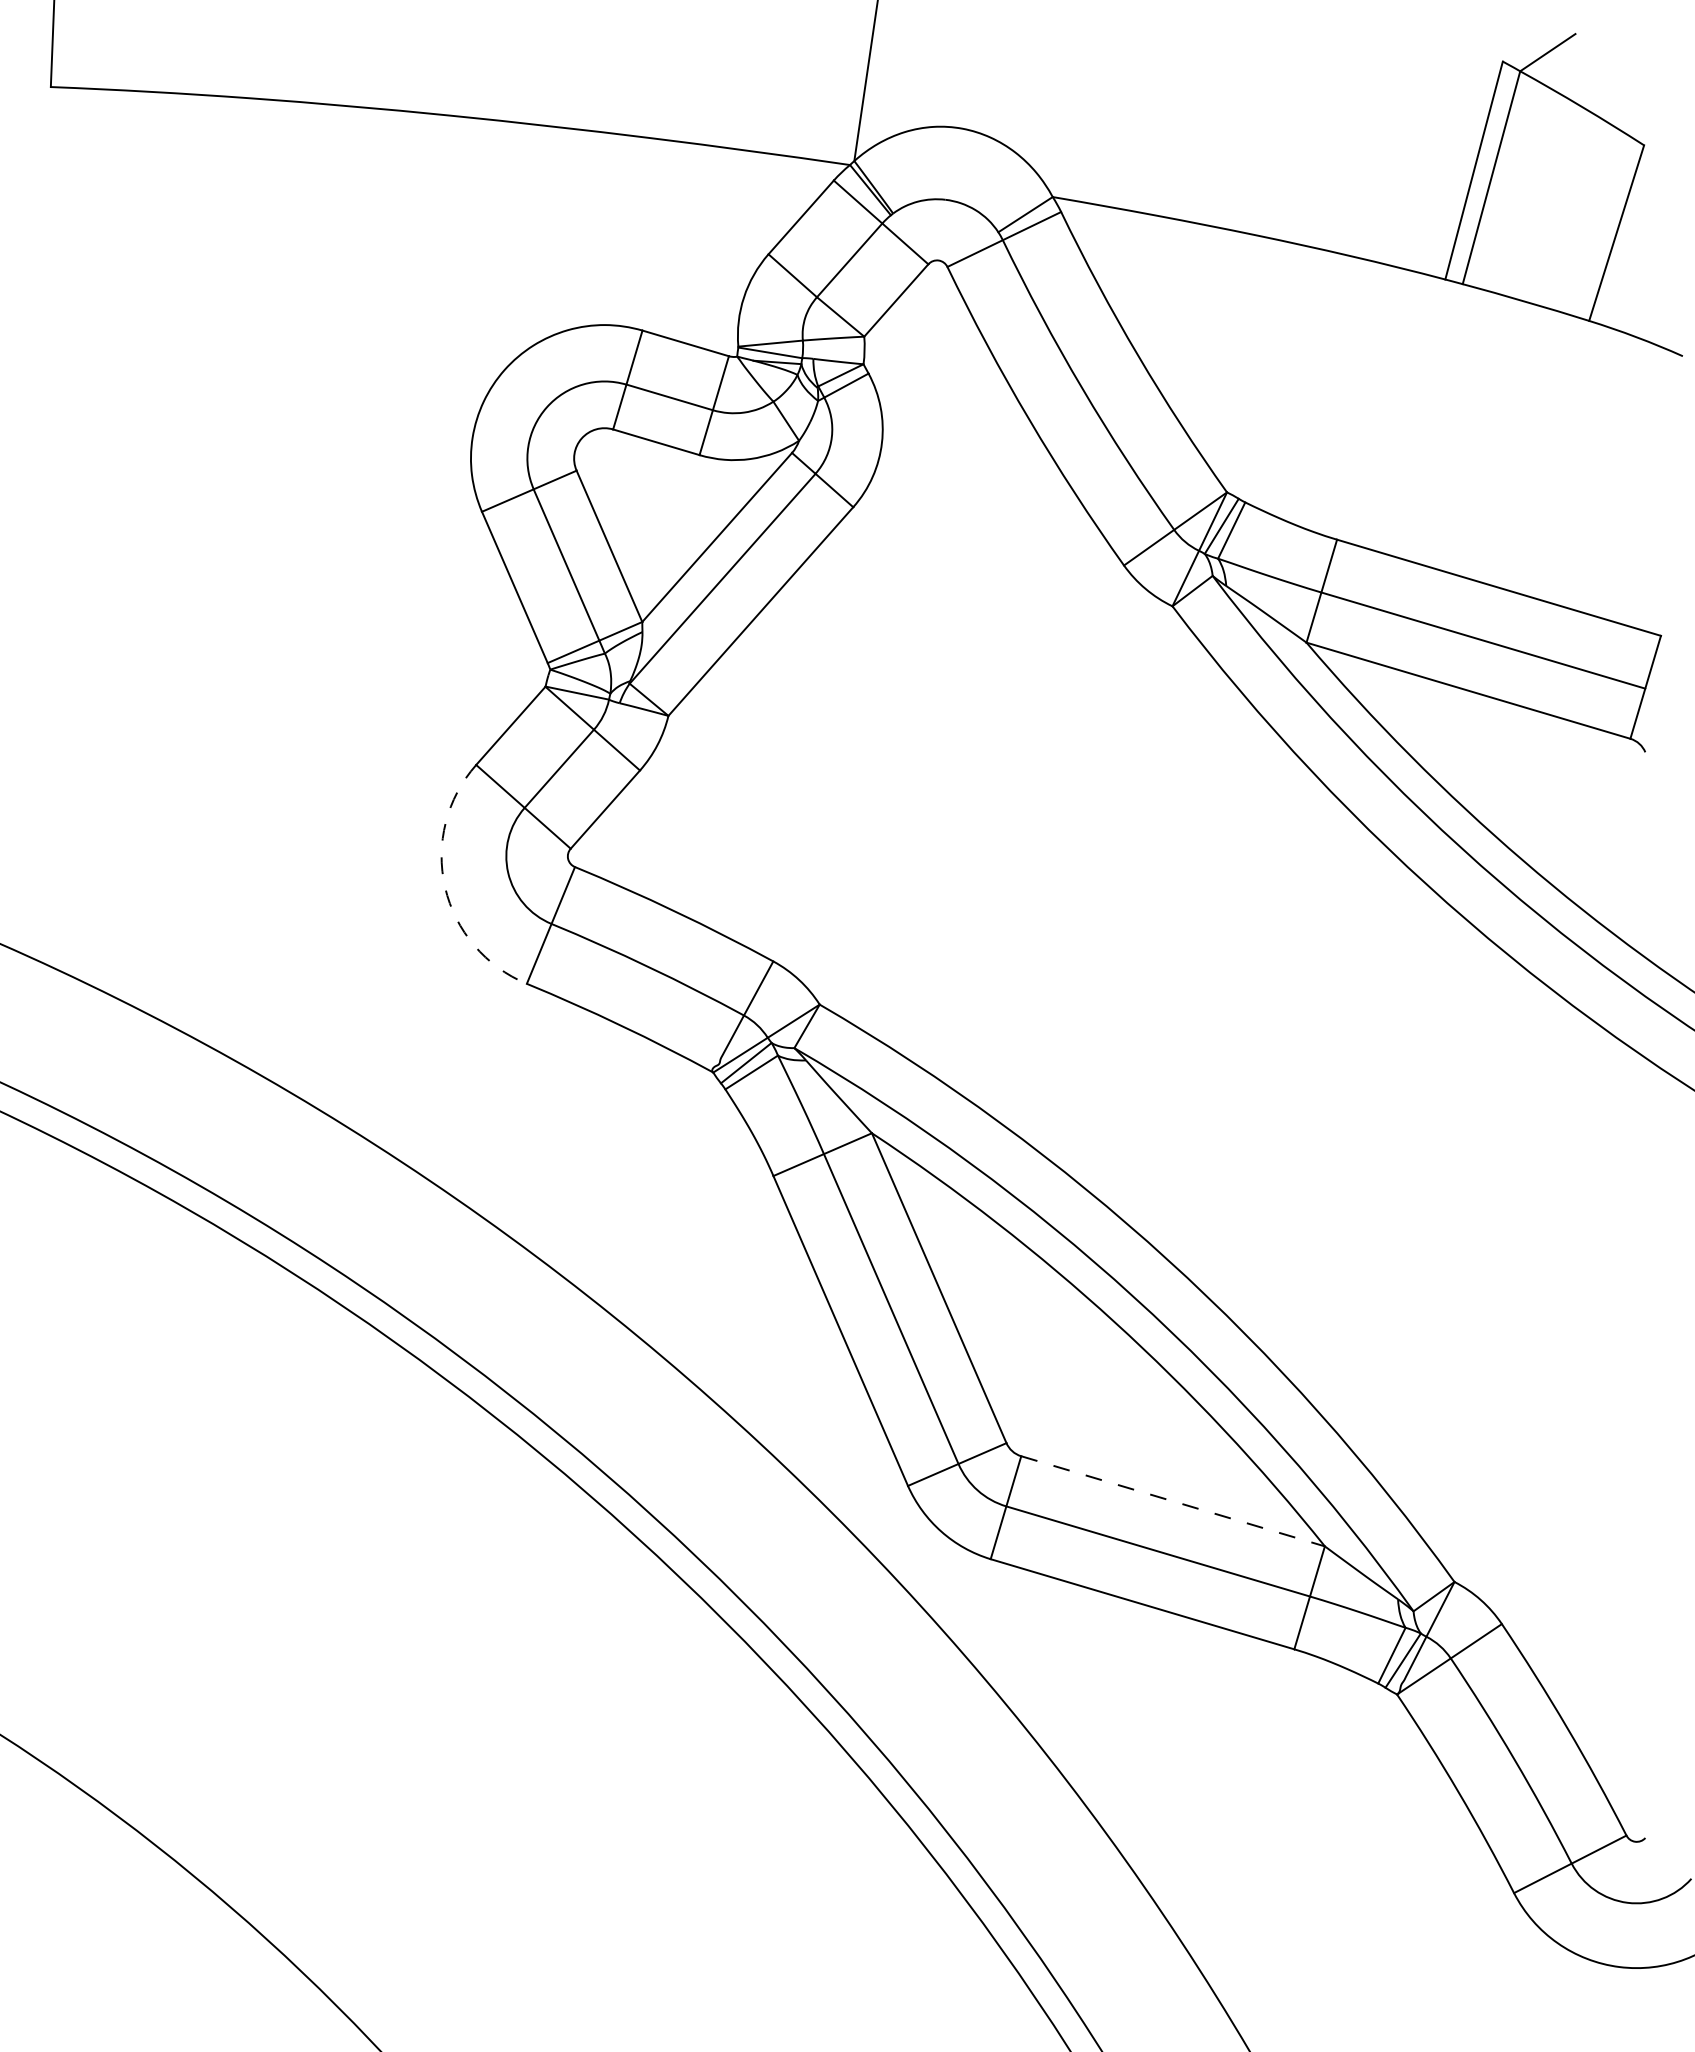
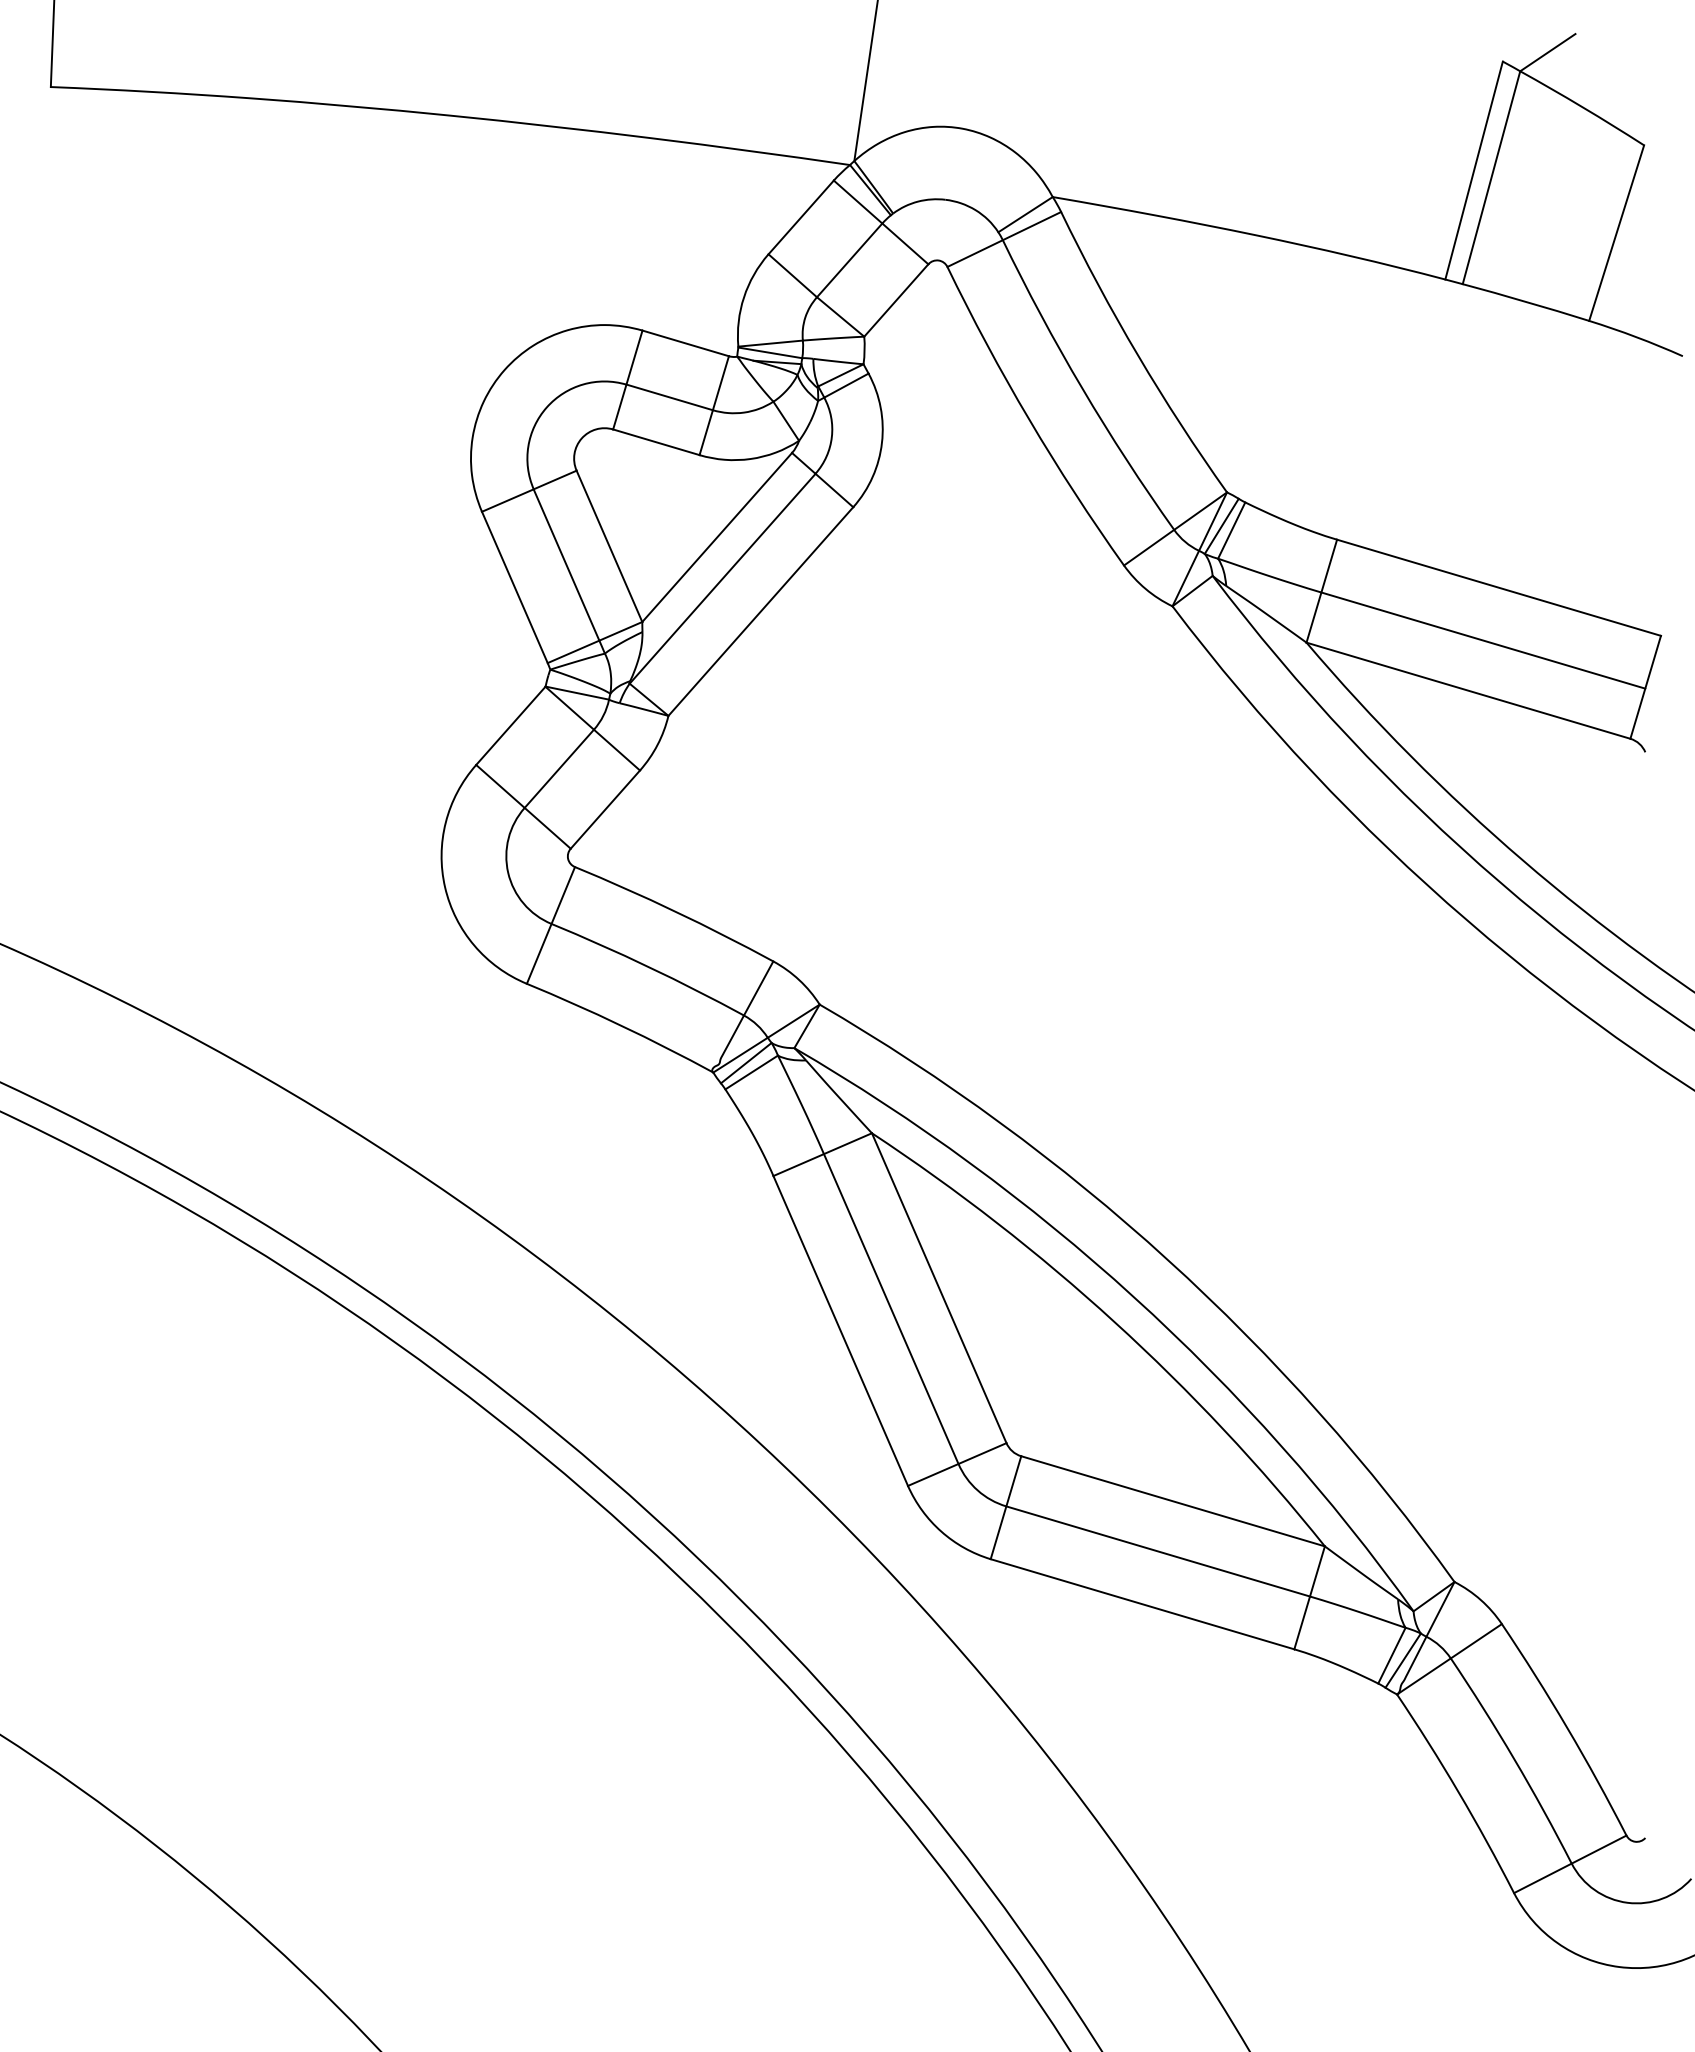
arc at (445, 887): dashed -> solid
line at (1173, 1501): dashed -> solid
